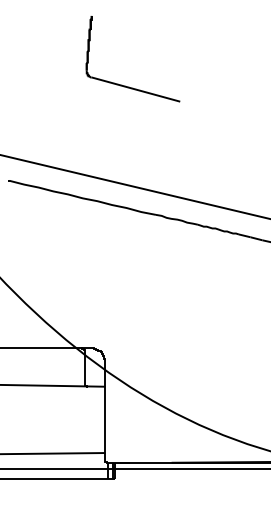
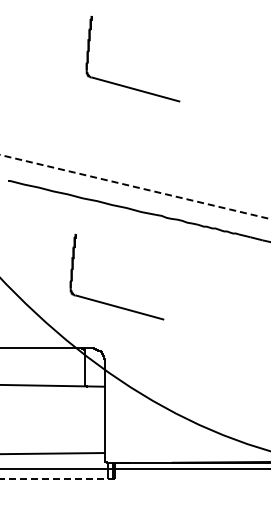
line at (135, 187): solid -> dashed
part at (109, 303): none -> present
line at (57, 479): solid -> dashed
